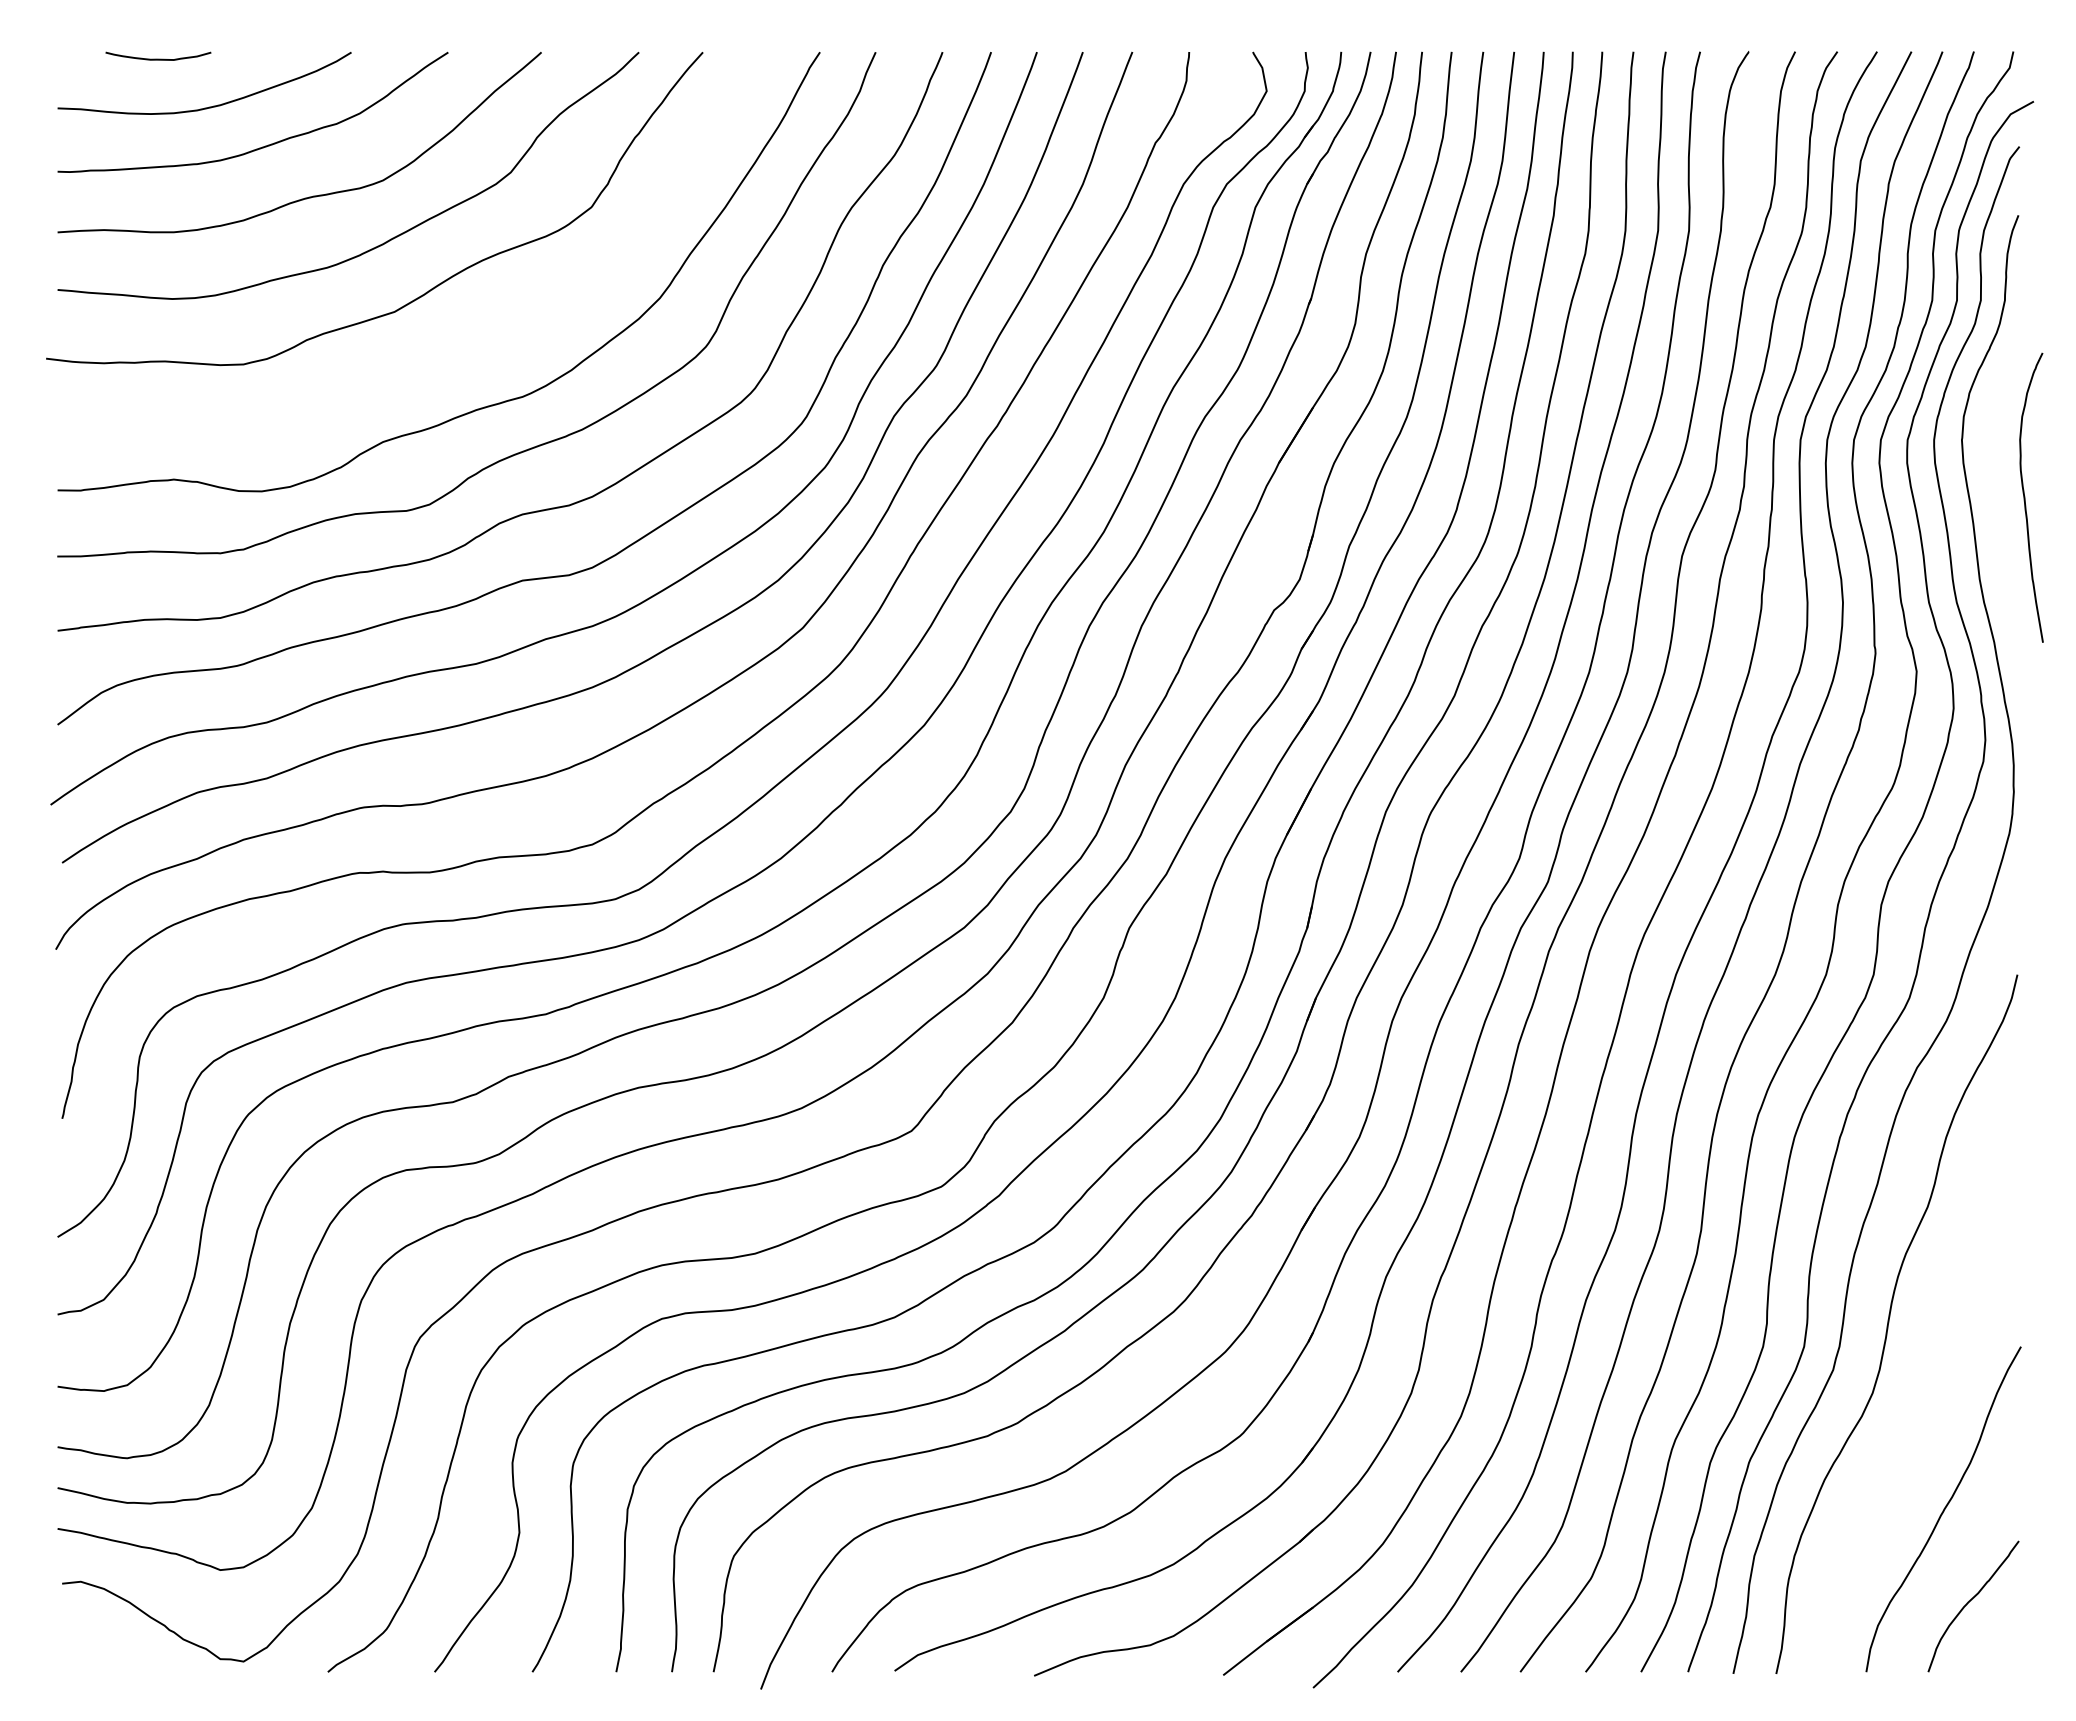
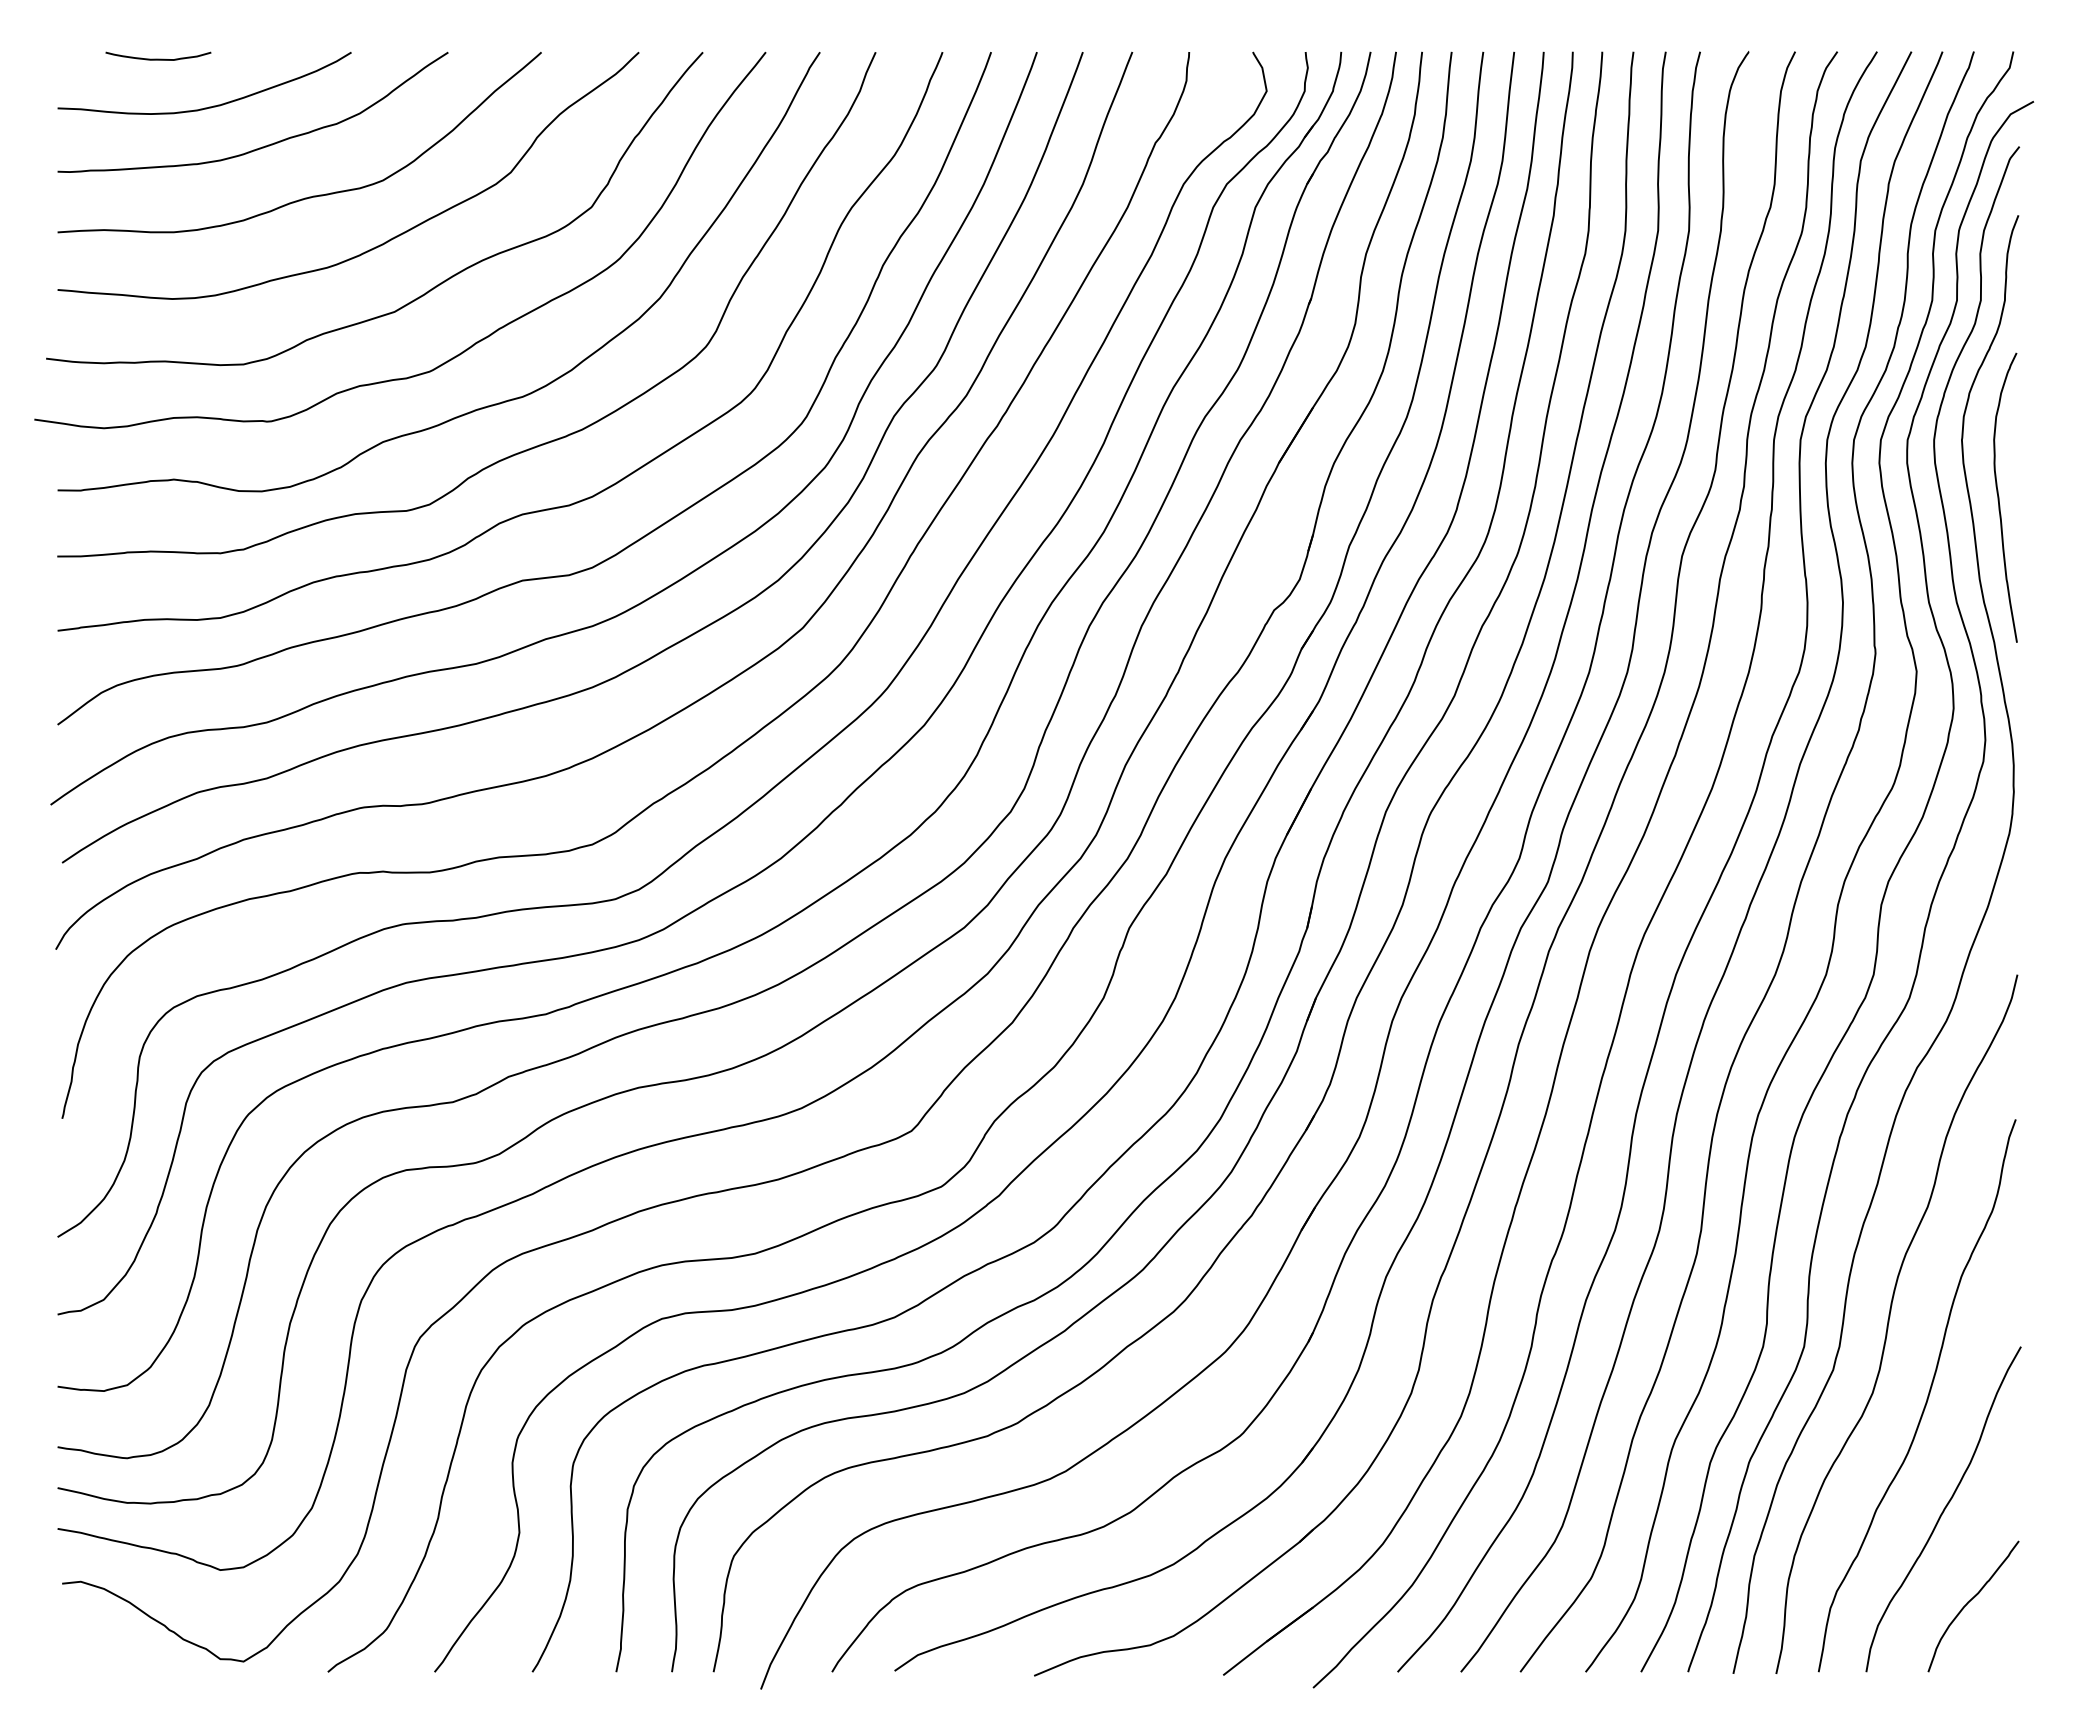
curve at (473, 343): none -> present
curve at (2025, 497) position: (2025, 497) -> (1999, 497)
curve at (1926, 1398): none -> present
